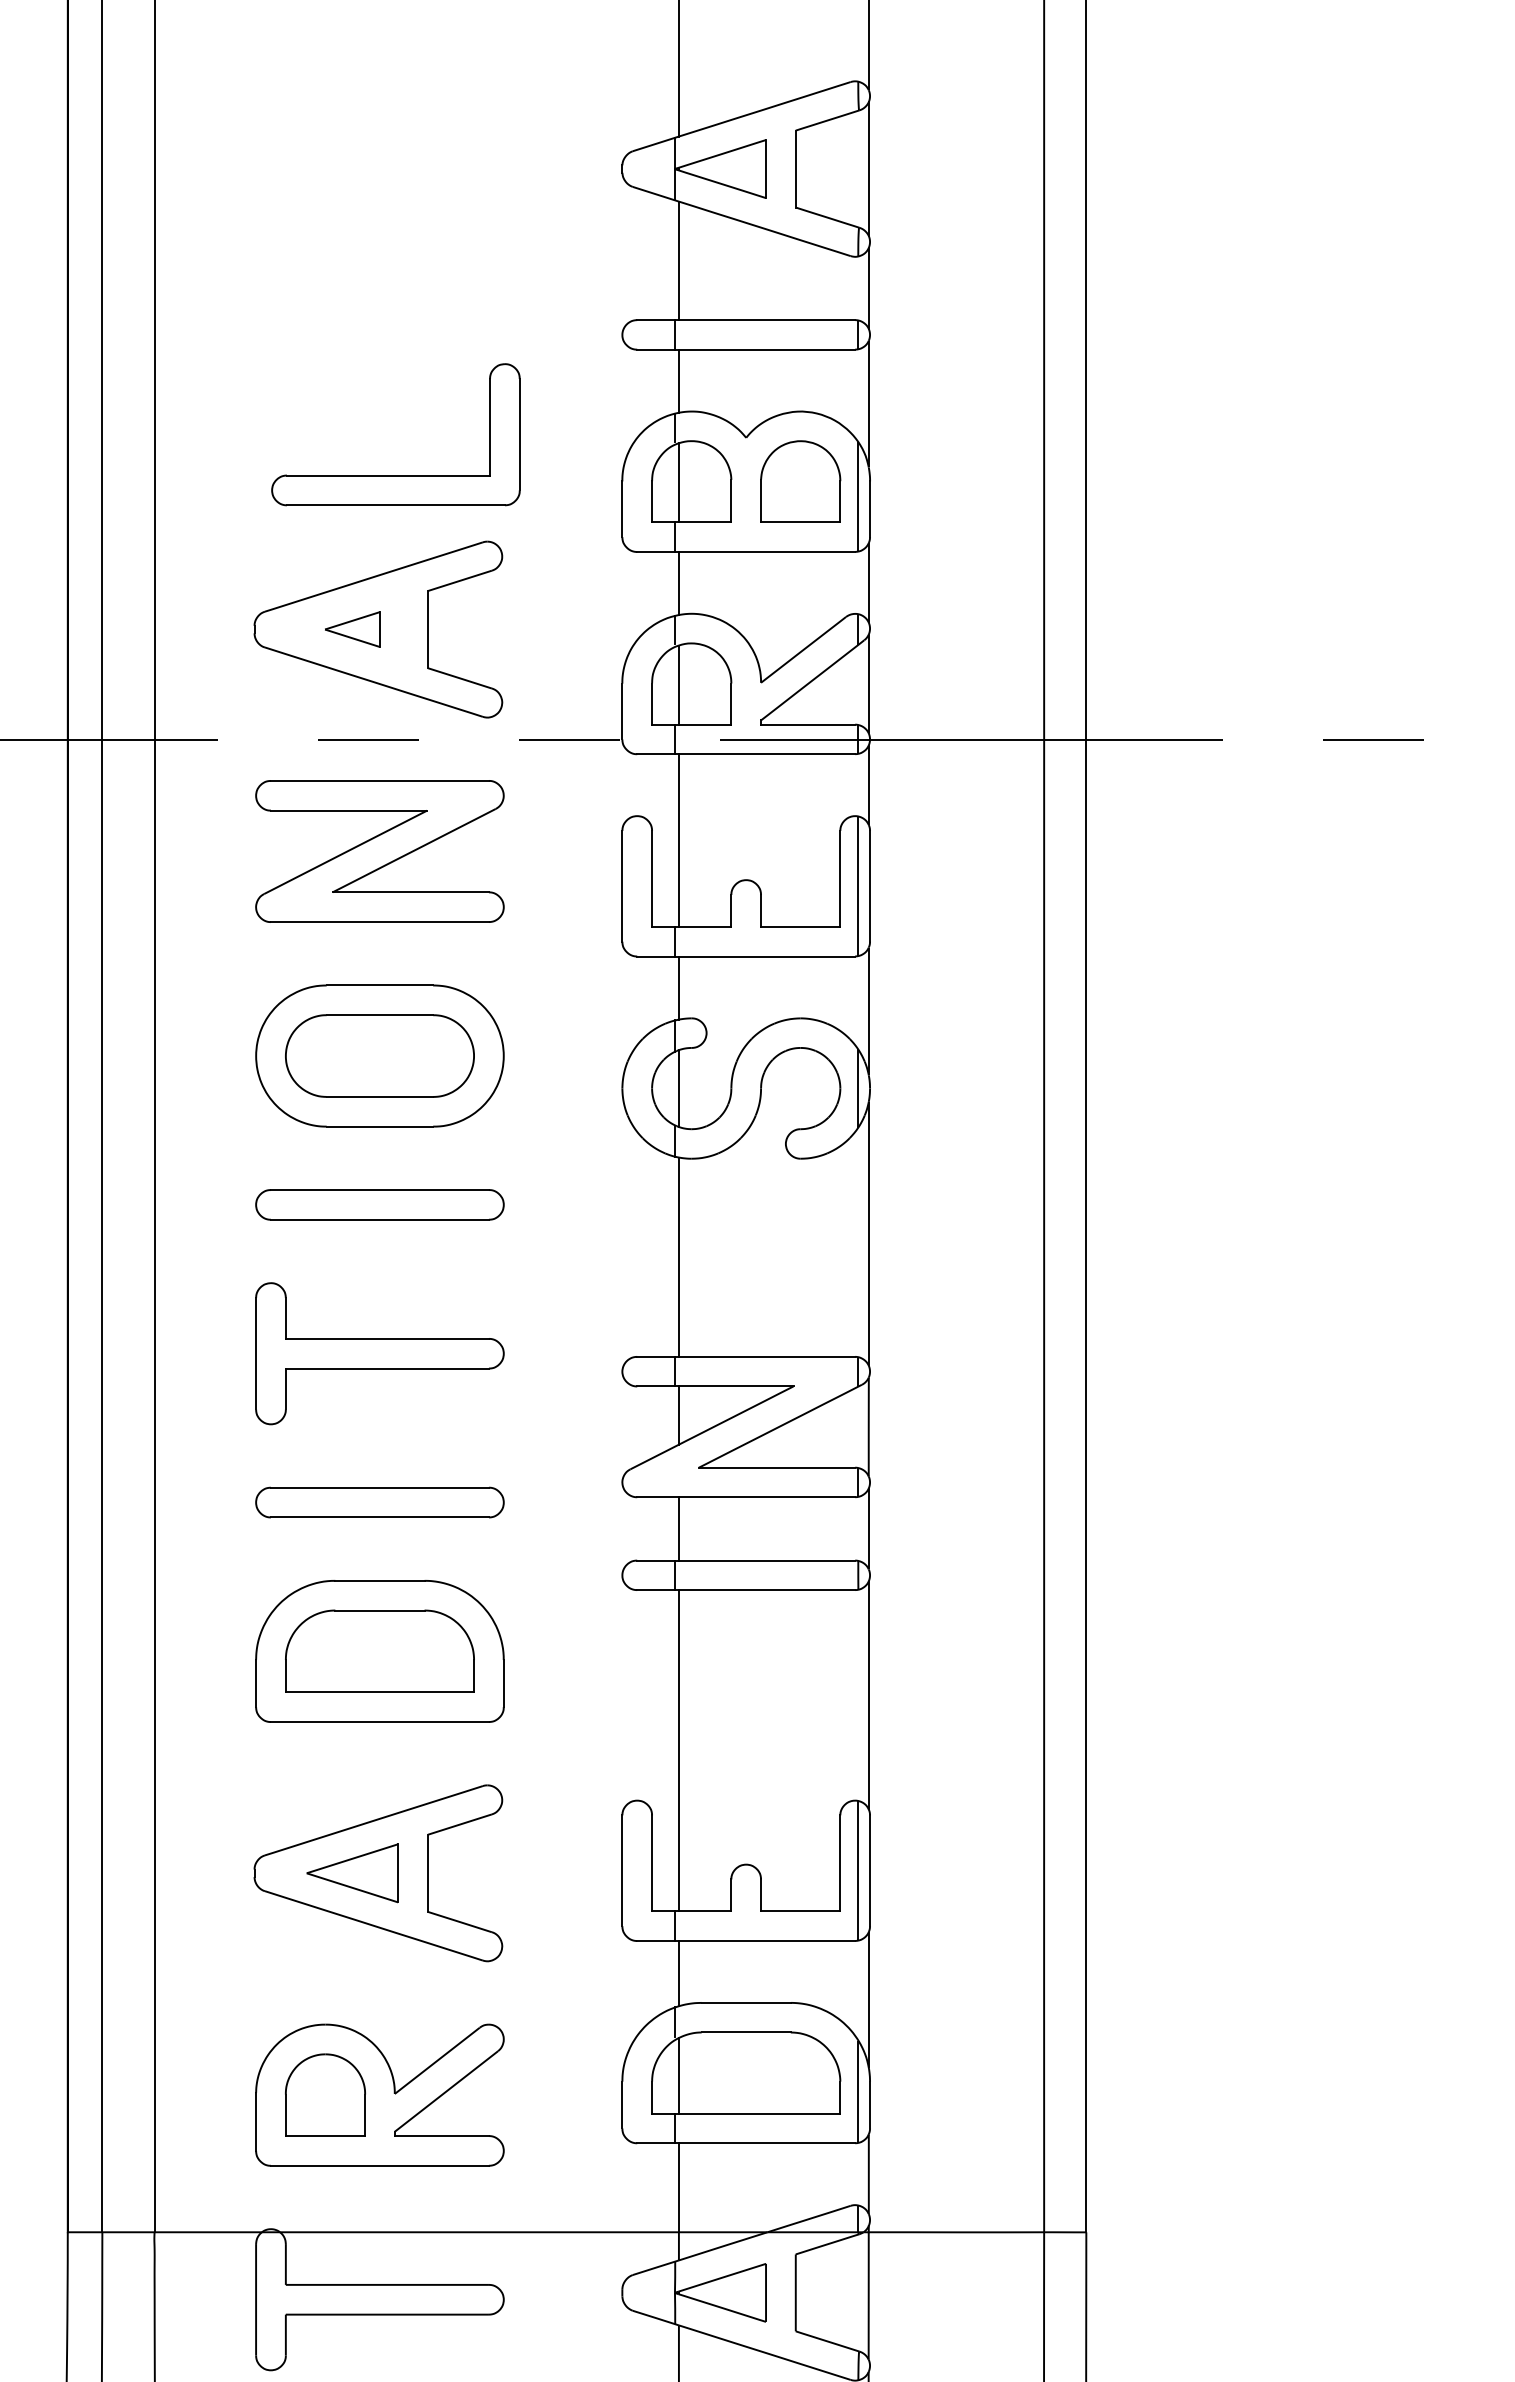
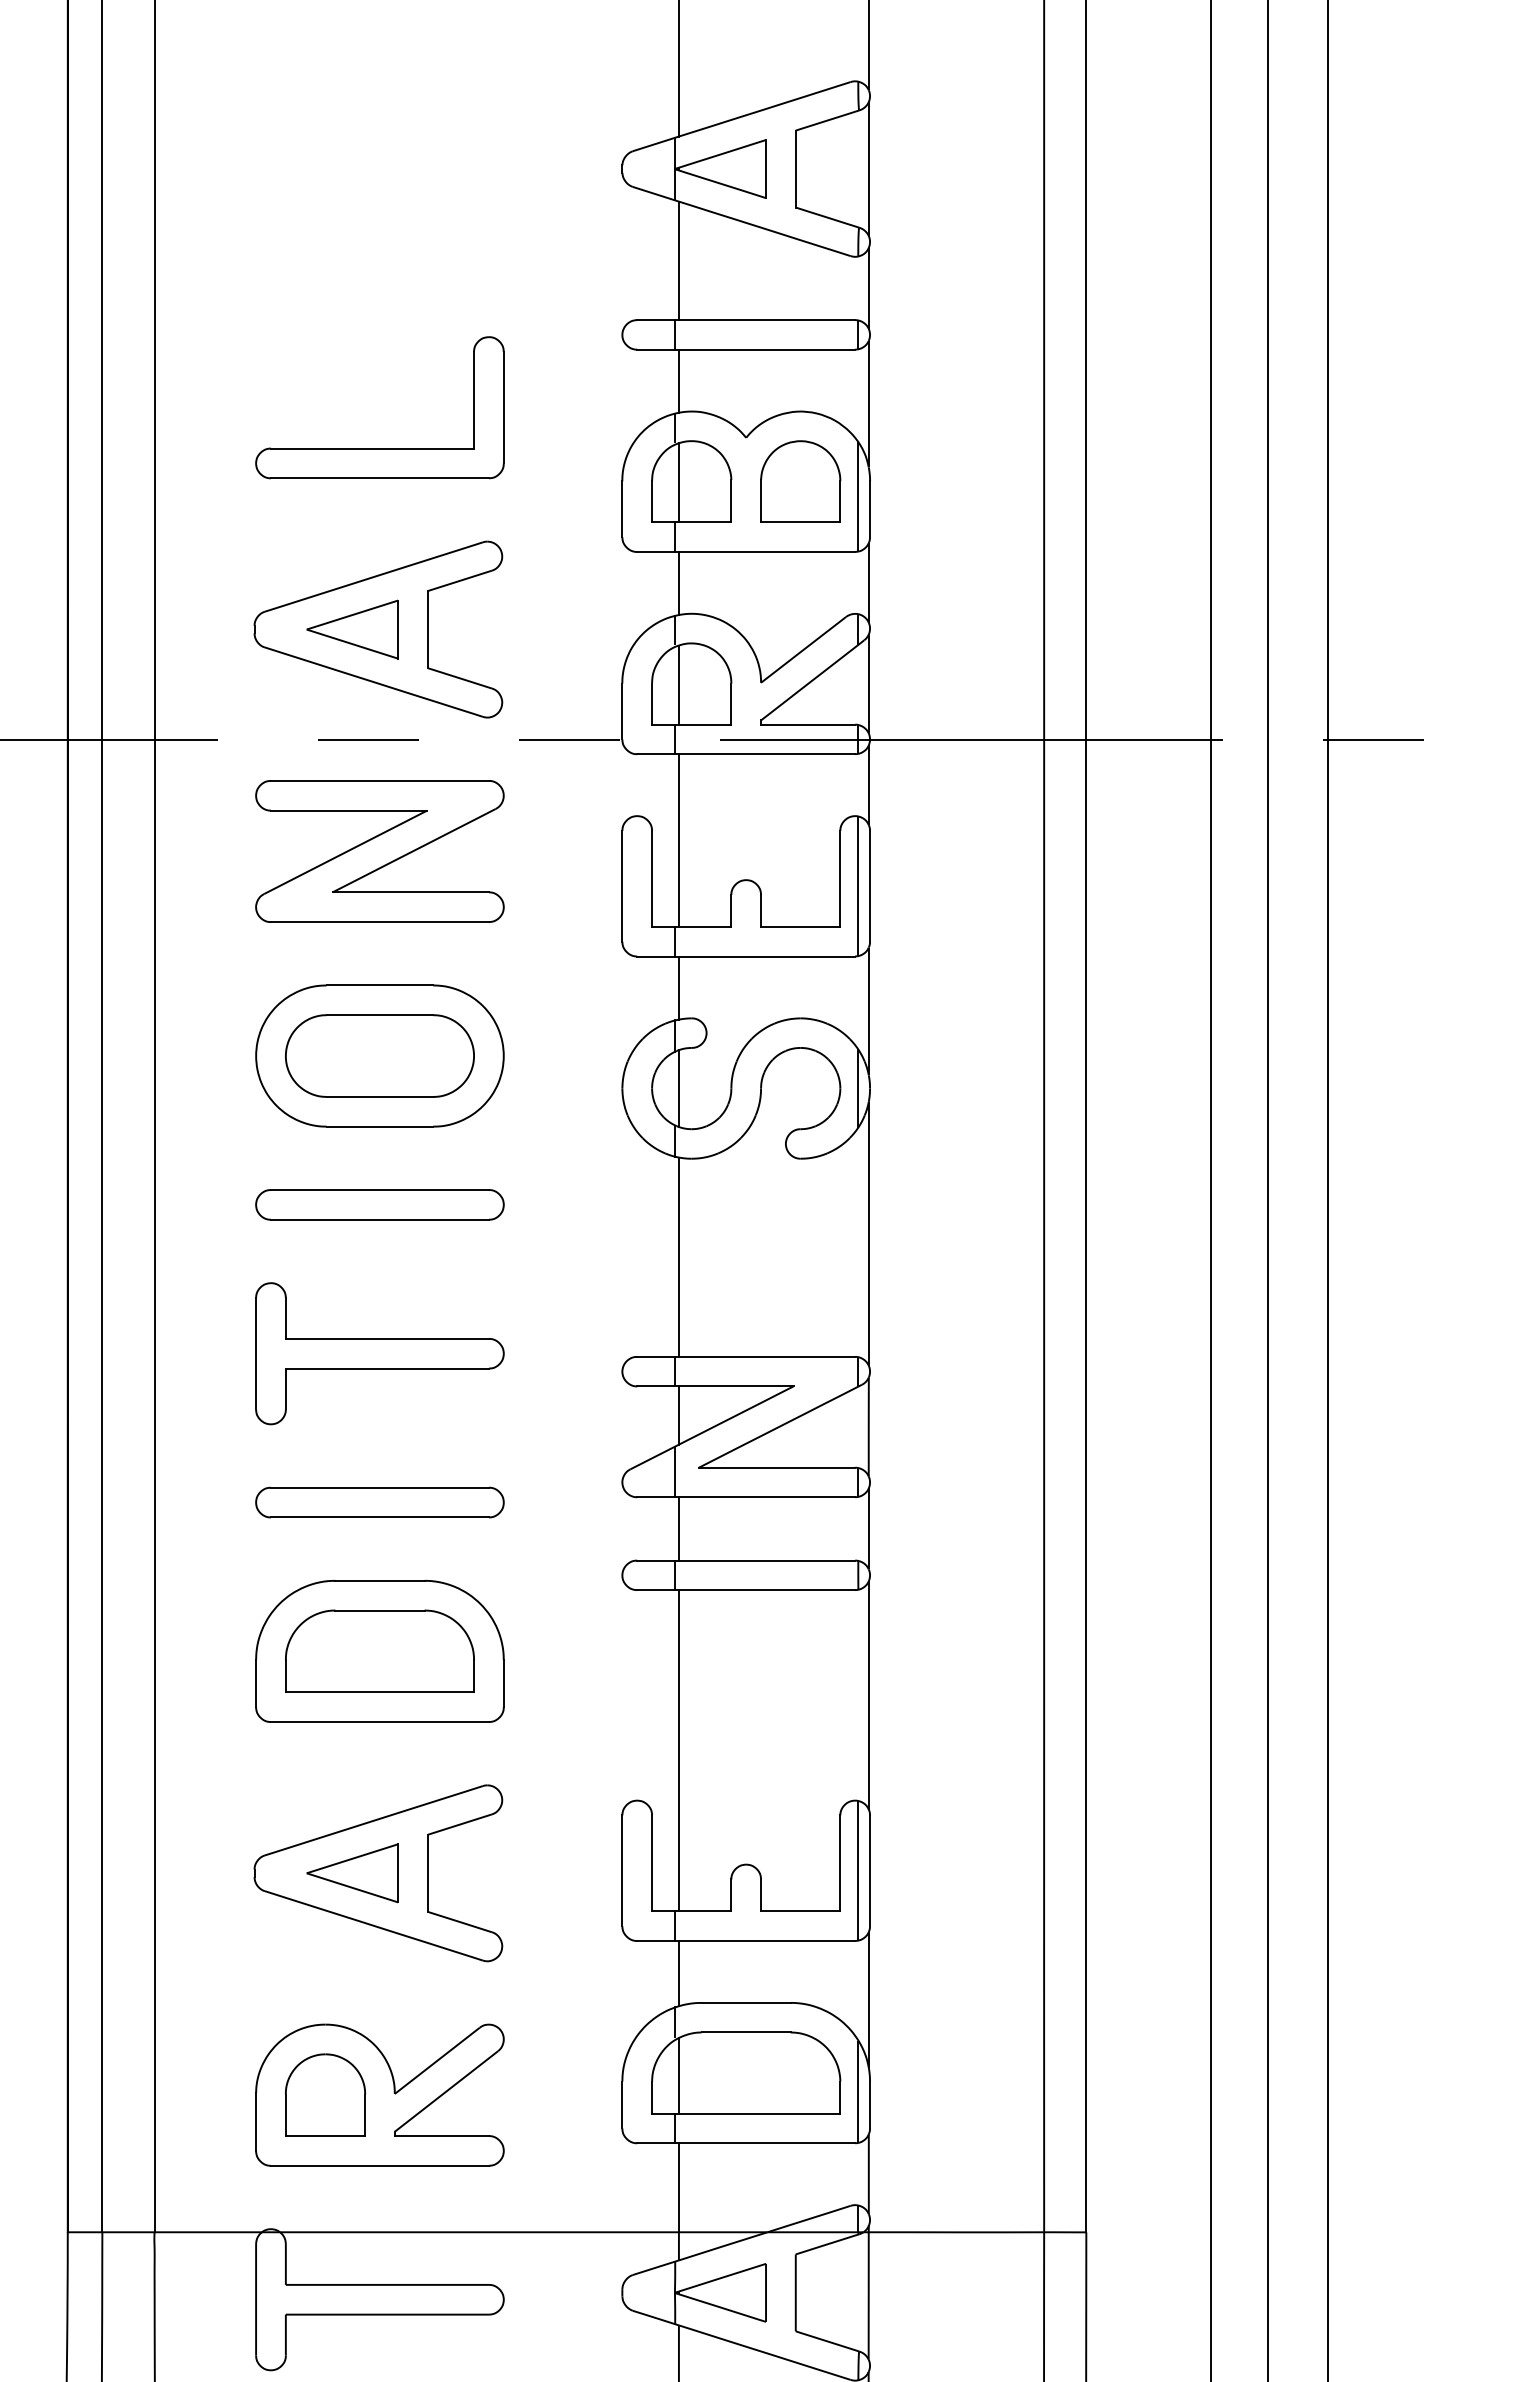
part at (395, 475) position: (395, 475) -> (379, 448)
part at (352, 629) size: 56x37 px -> 93x61 px
line at (1210, 1190): none -> present
line at (1267, 1190): none -> present
line at (1328, 1190): none -> present
line at (675, 1471): none -> present
